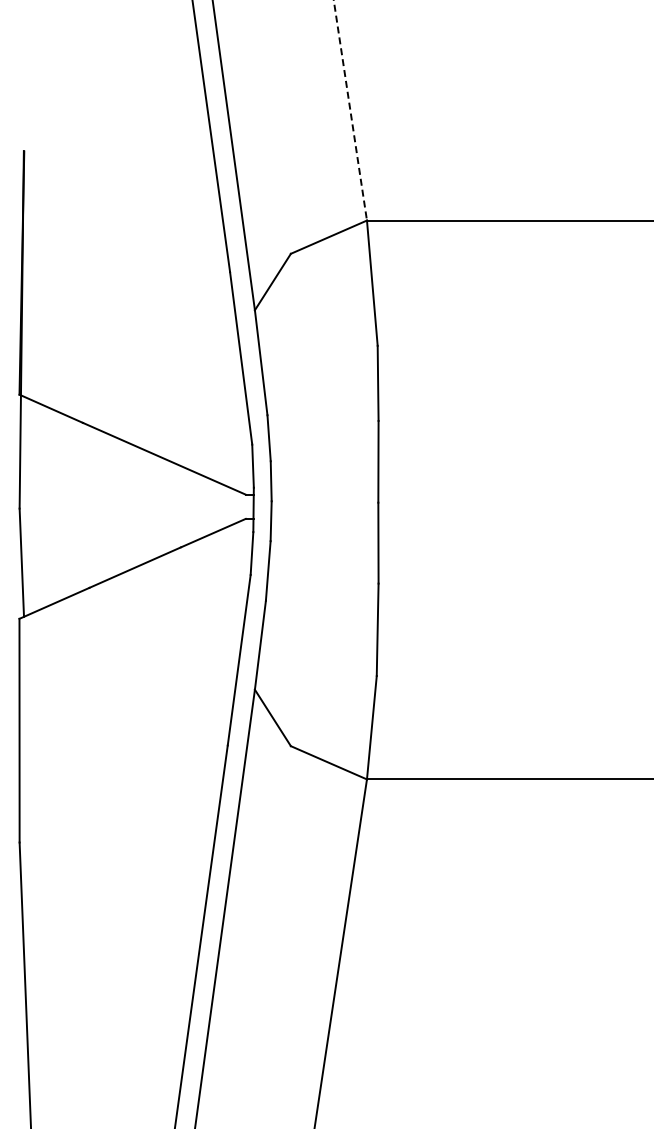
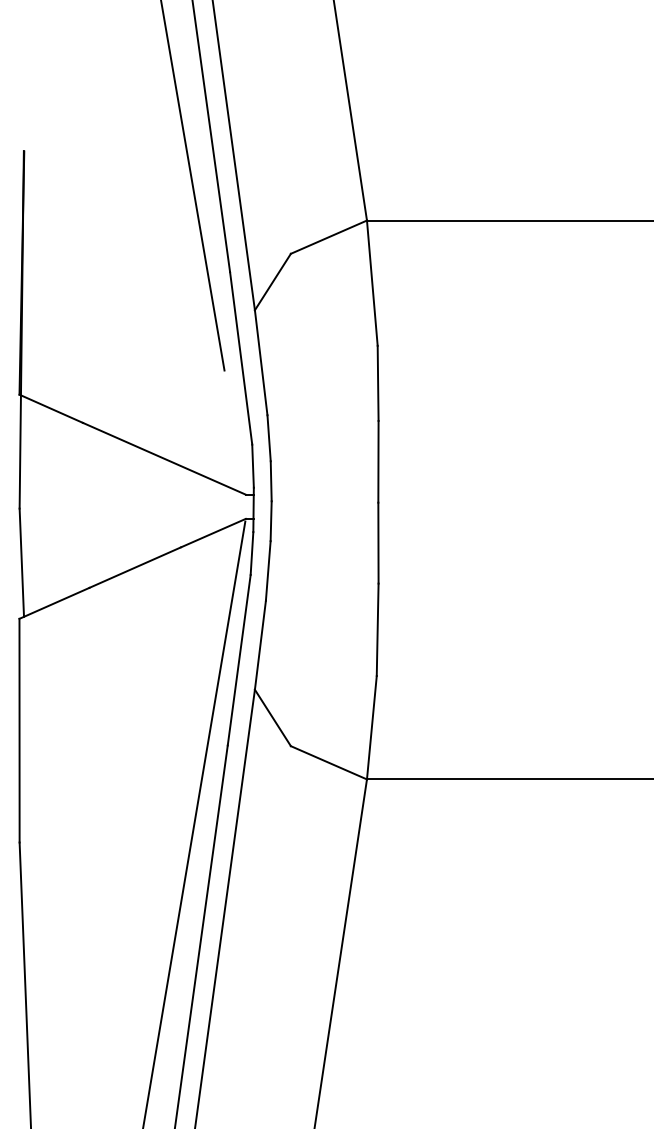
line at (350, 110): dashed -> solid
line at (192, 186): none -> present
line at (194, 823): none -> present
